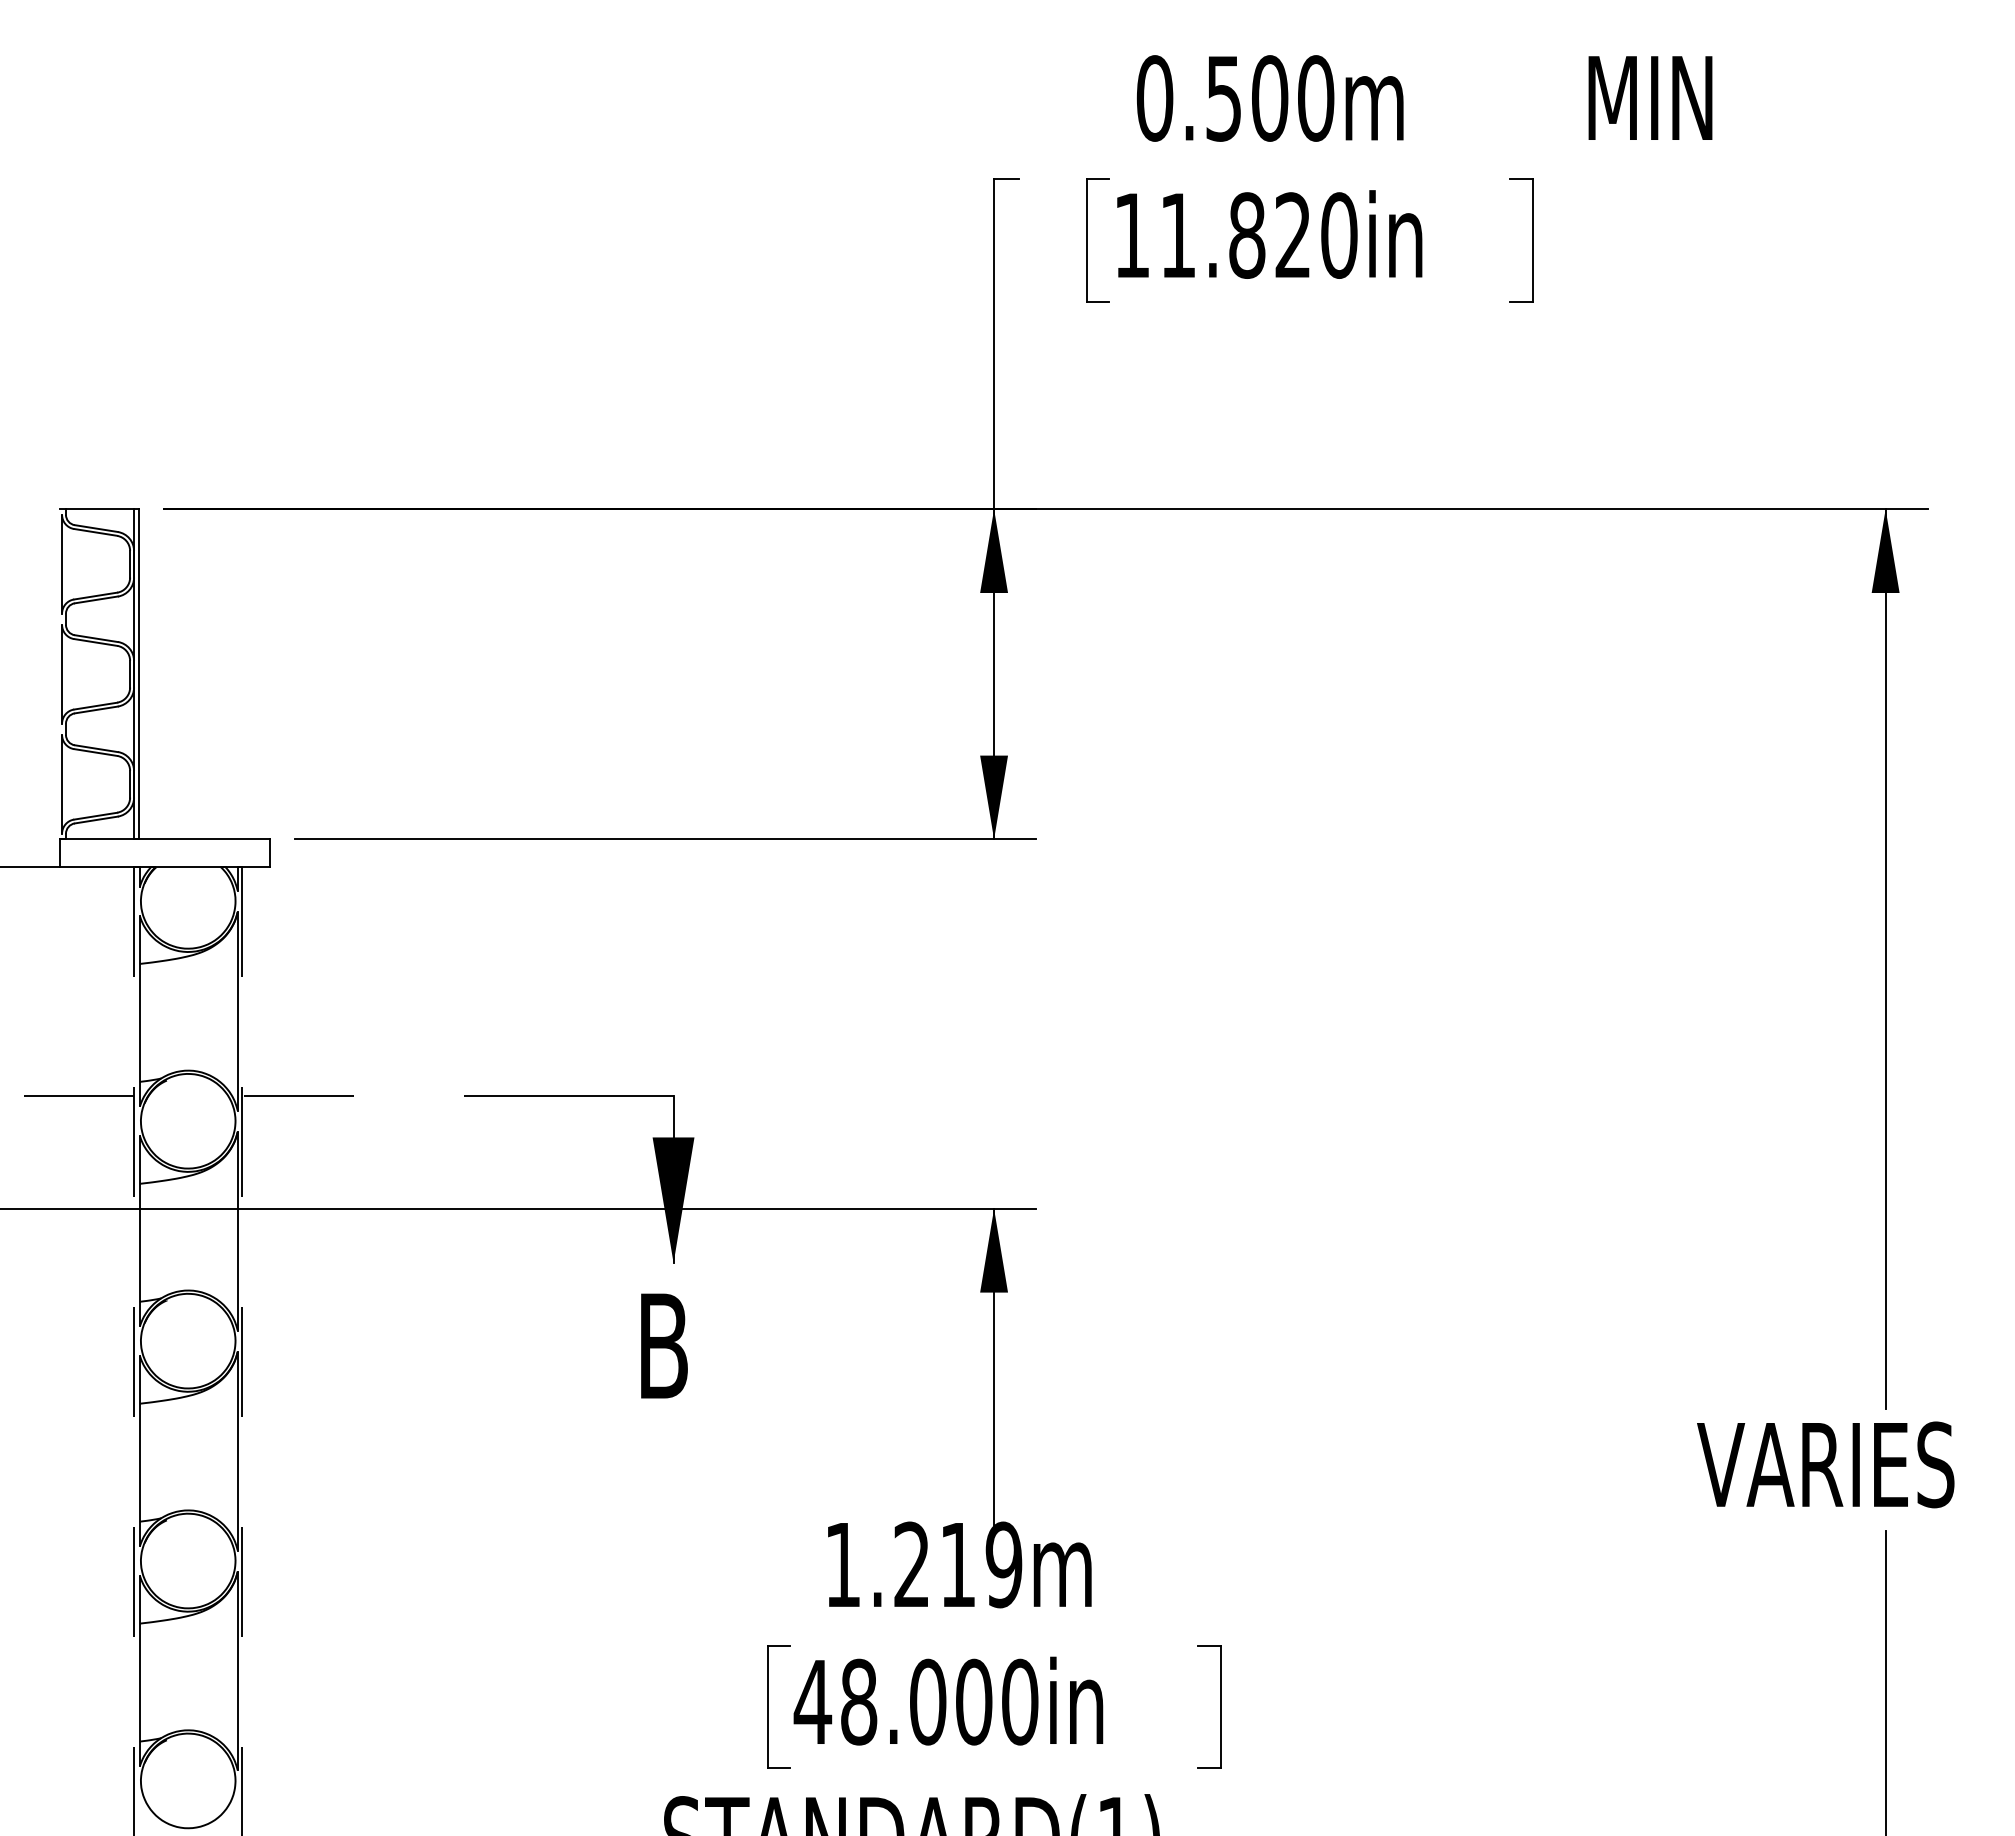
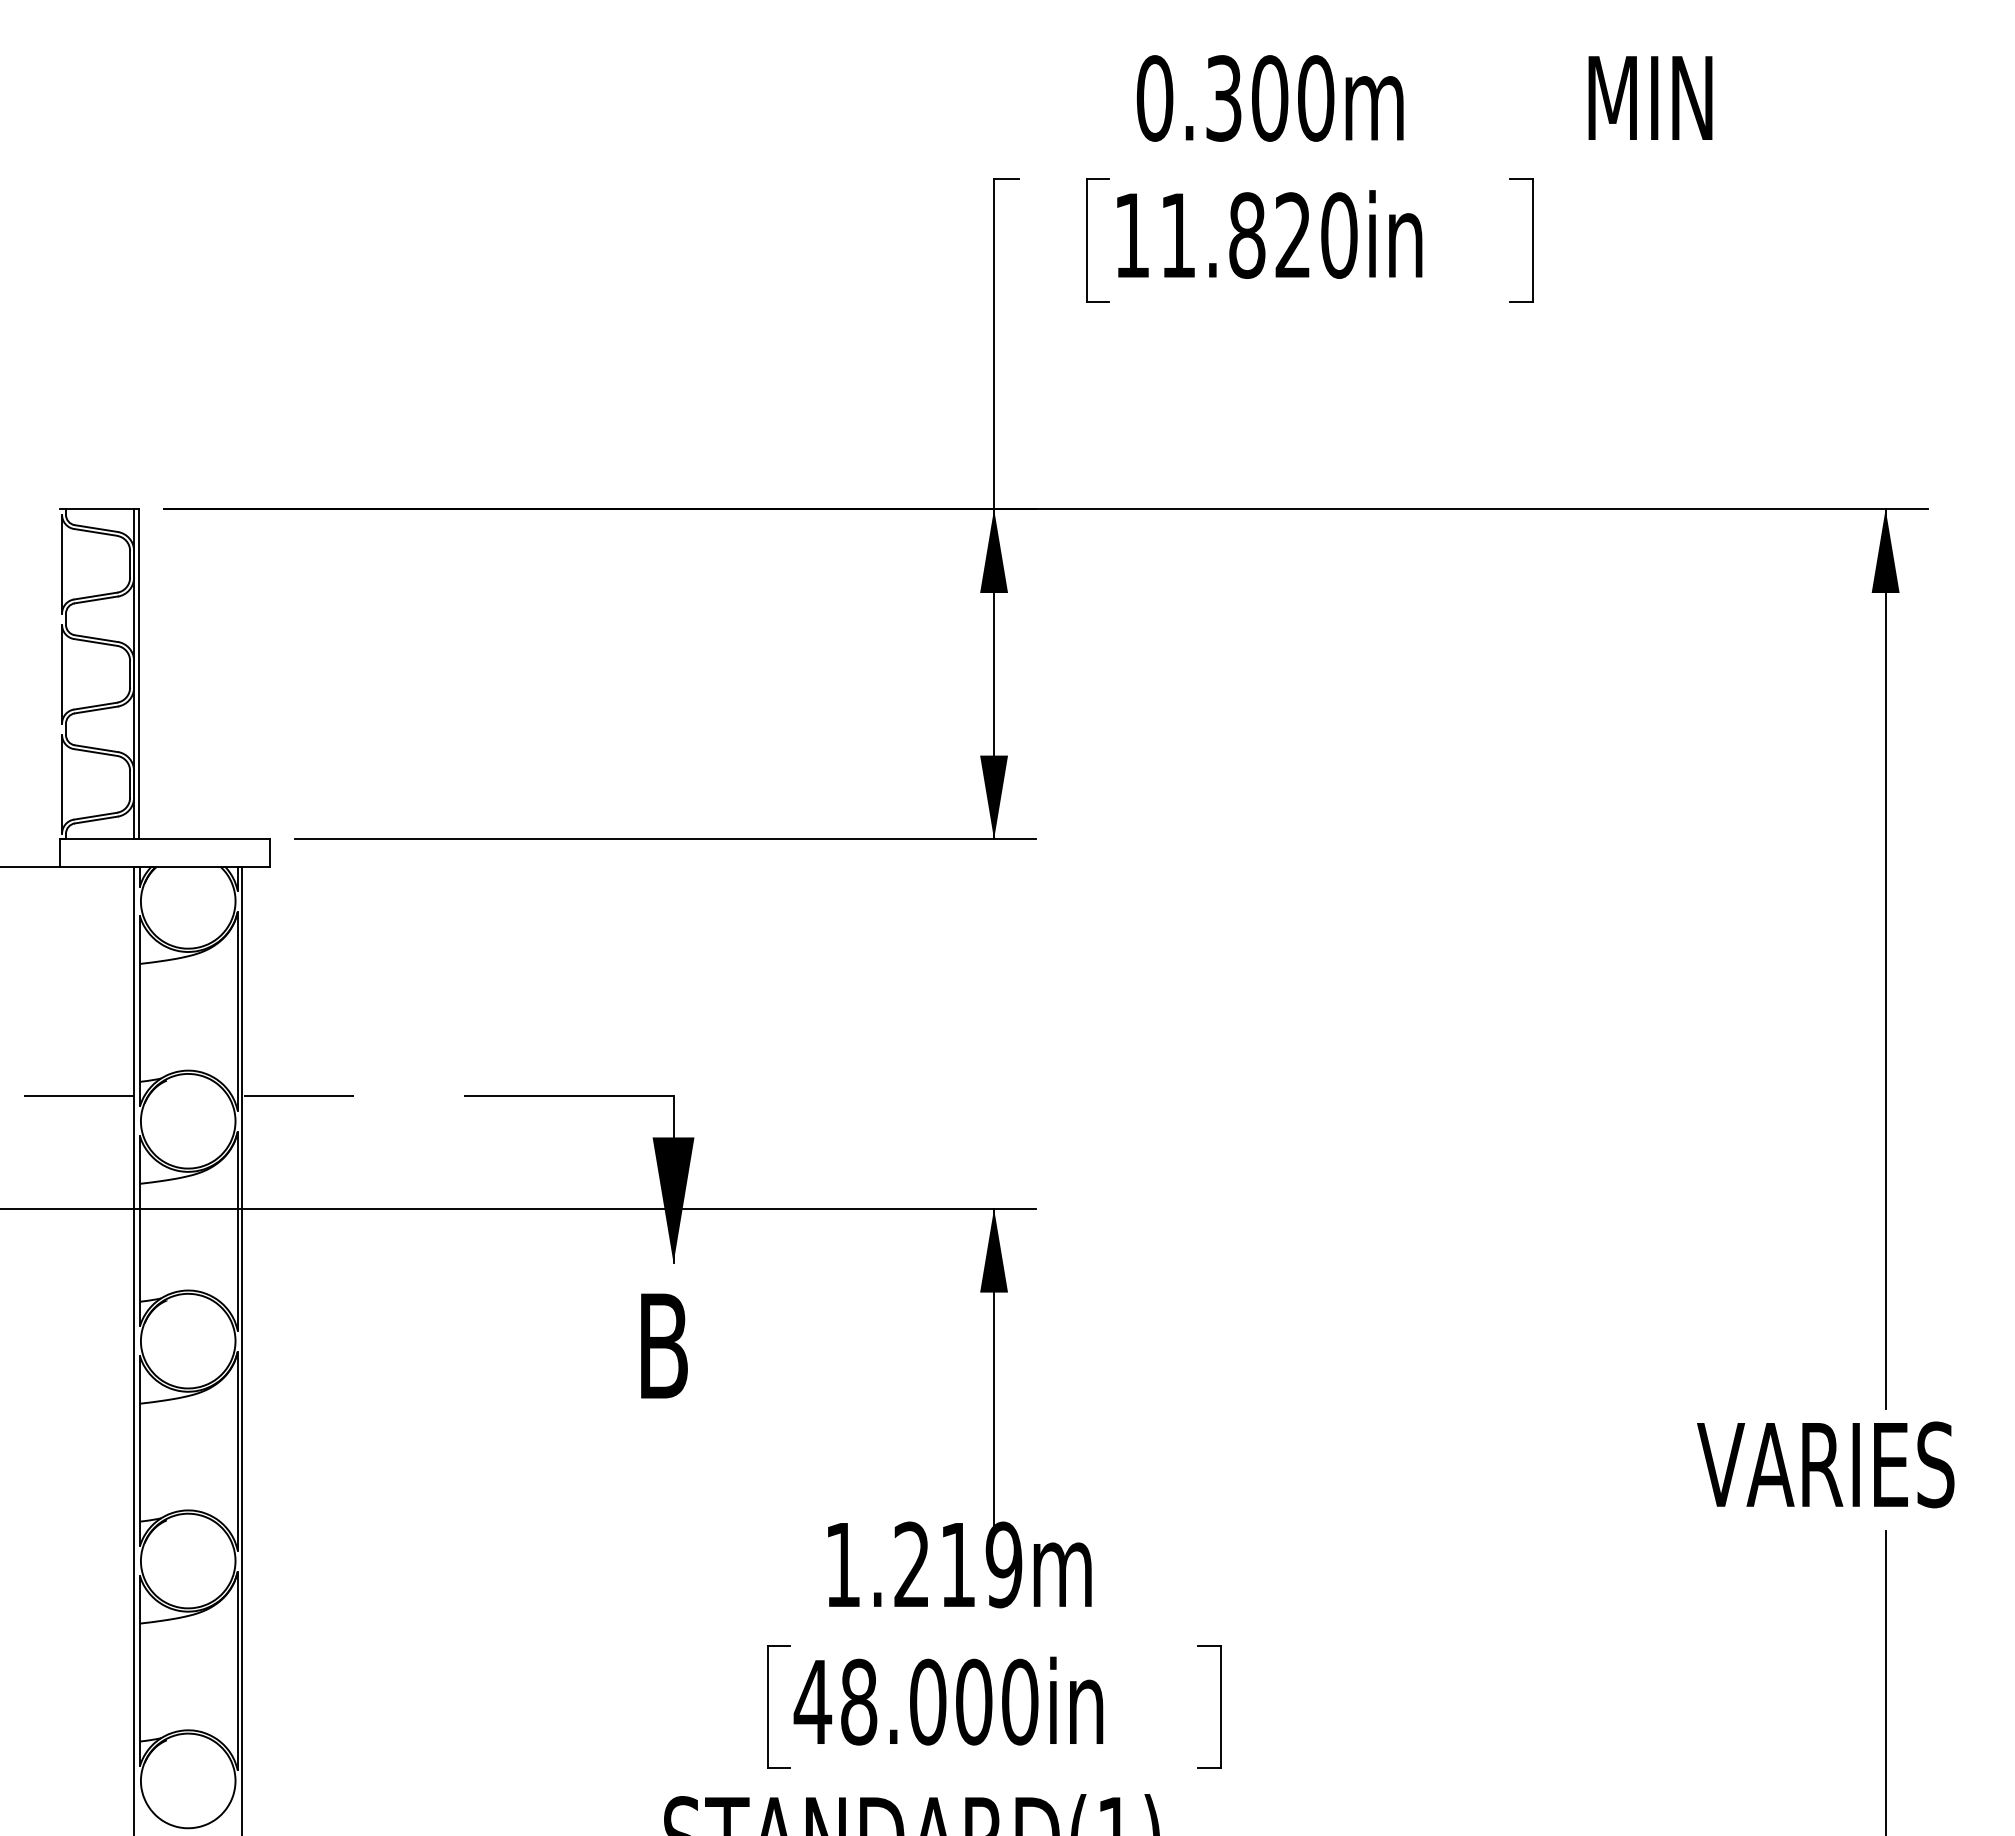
text at (1223, 98): 0.500m -> 0.300m
line at (134, 1352): dashed -> solid
line at (242, 1352): dashed -> solid
